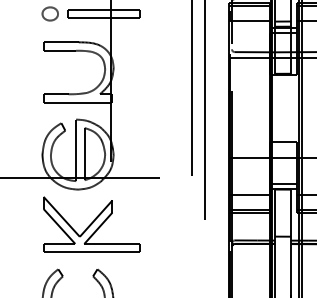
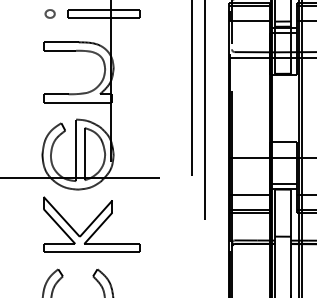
part at (49, 13) size: 18x16 px -> 12x10 px
